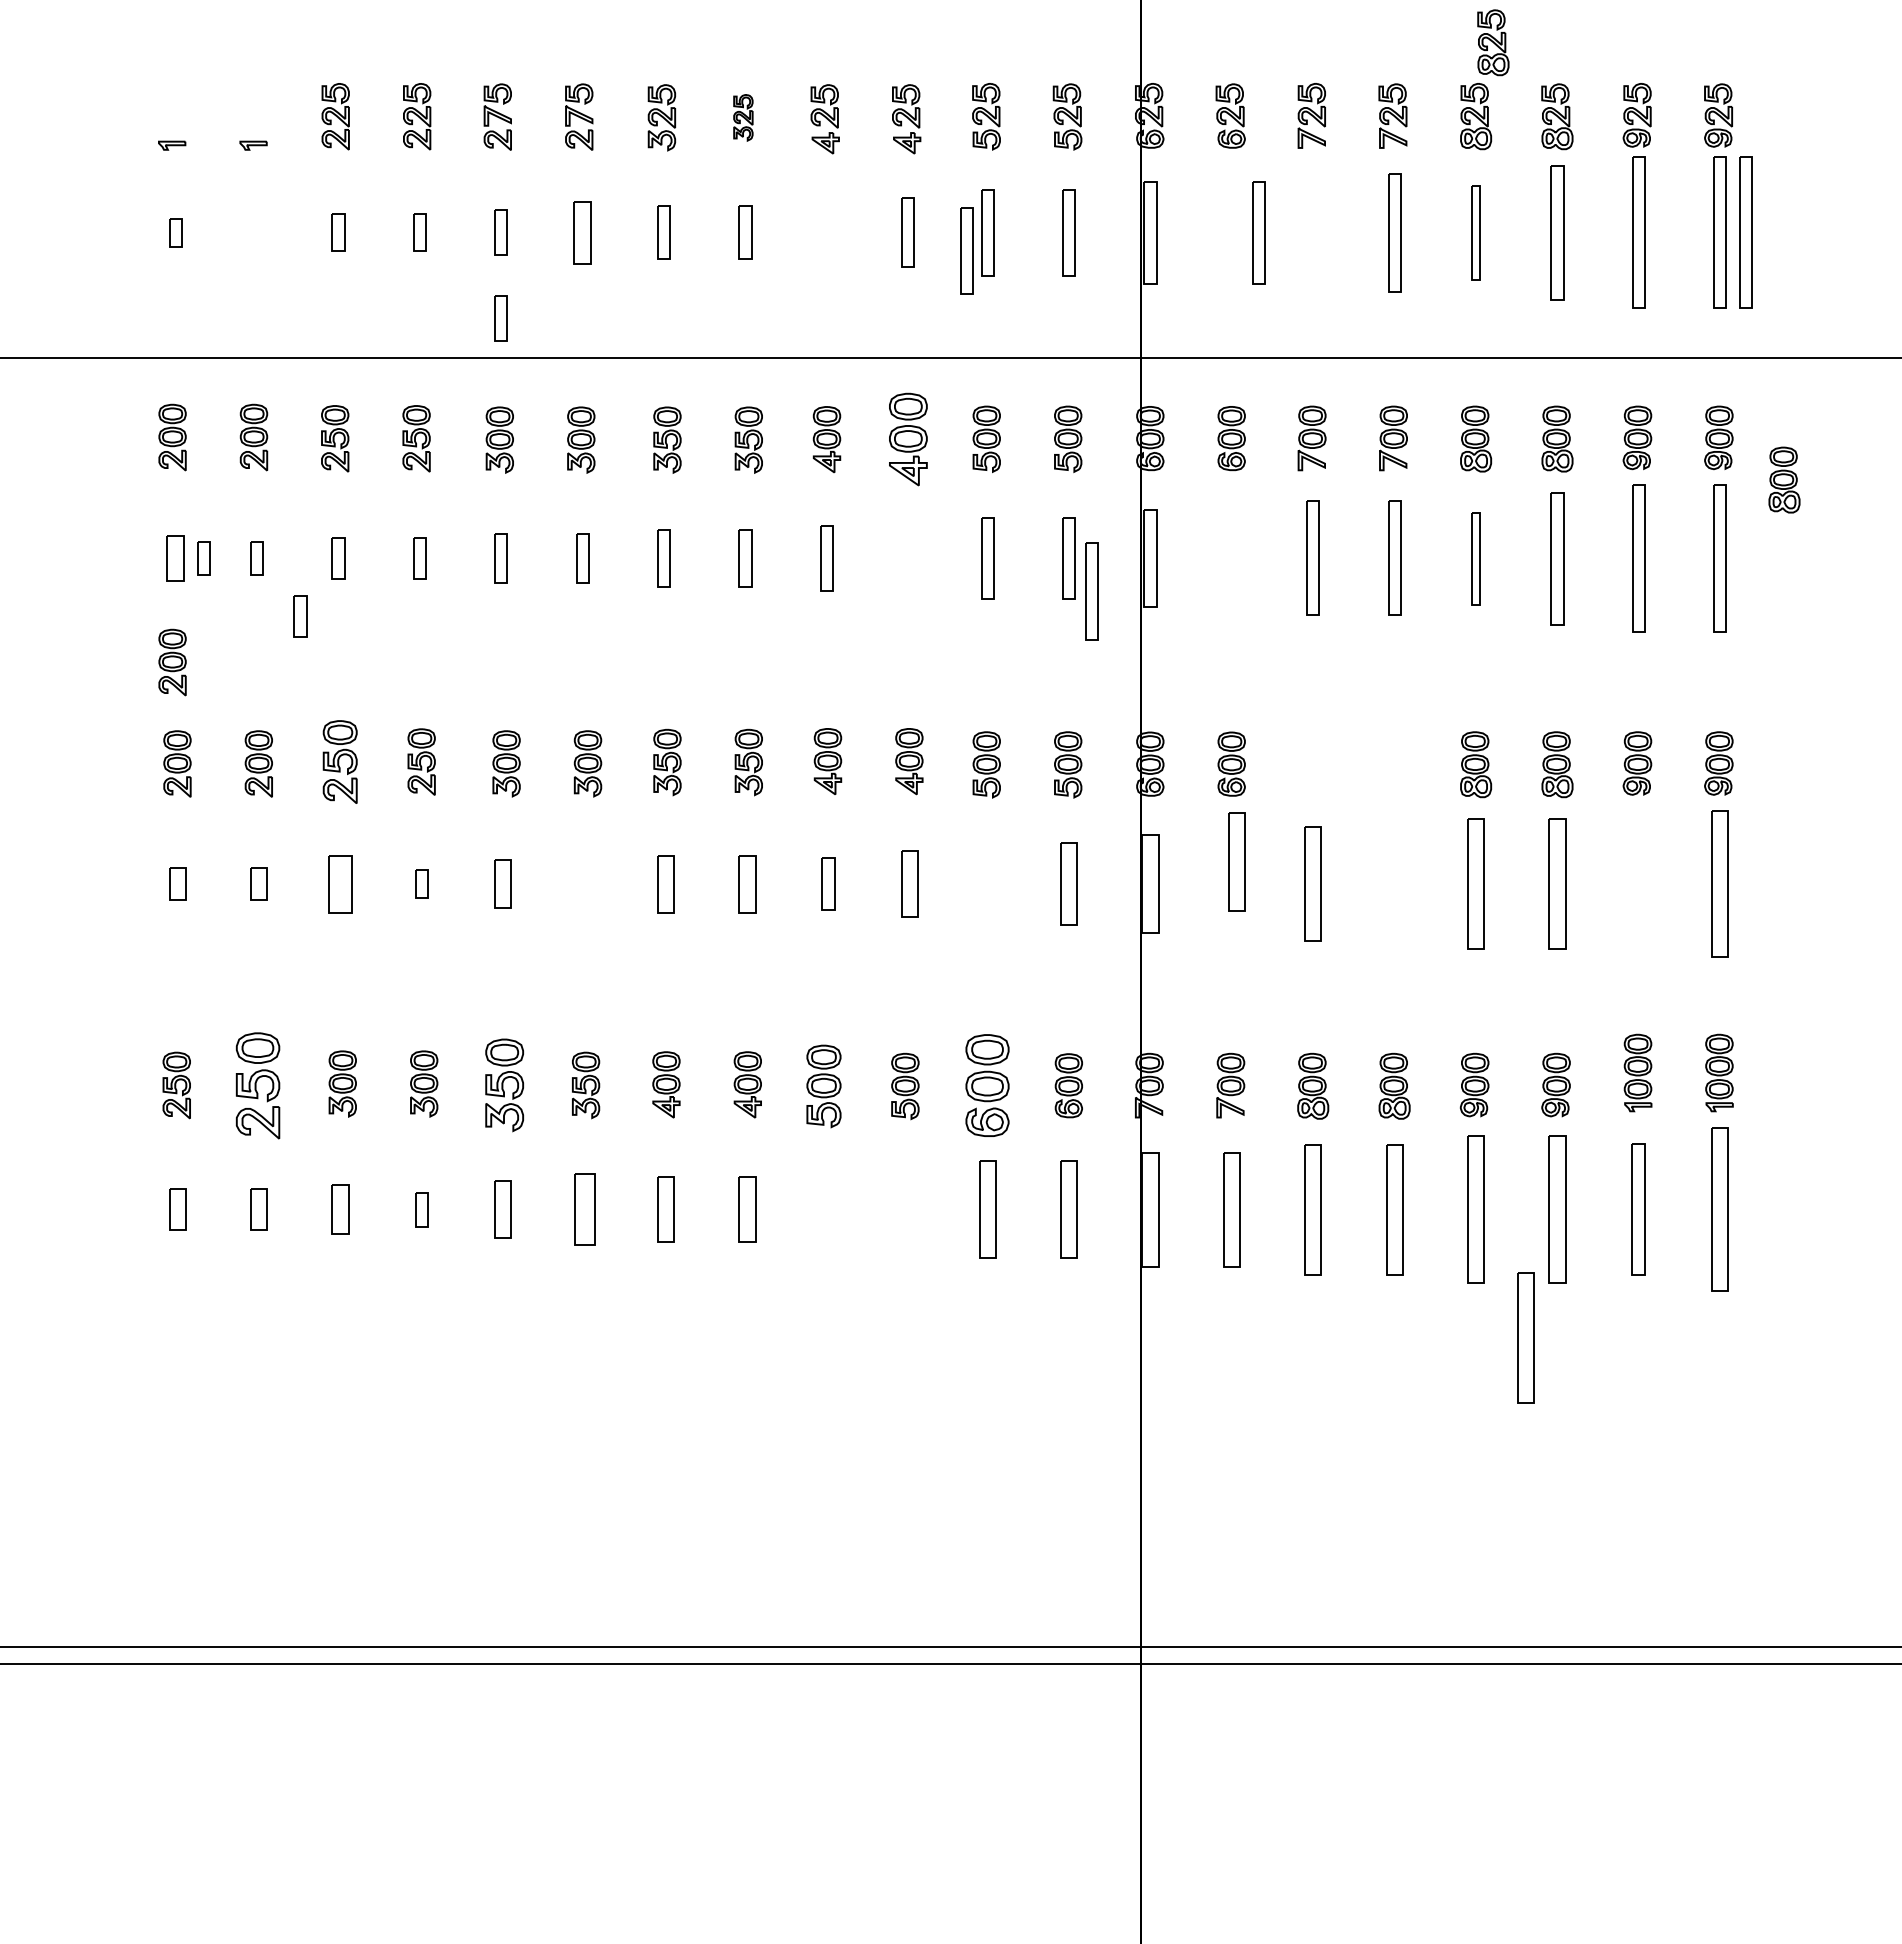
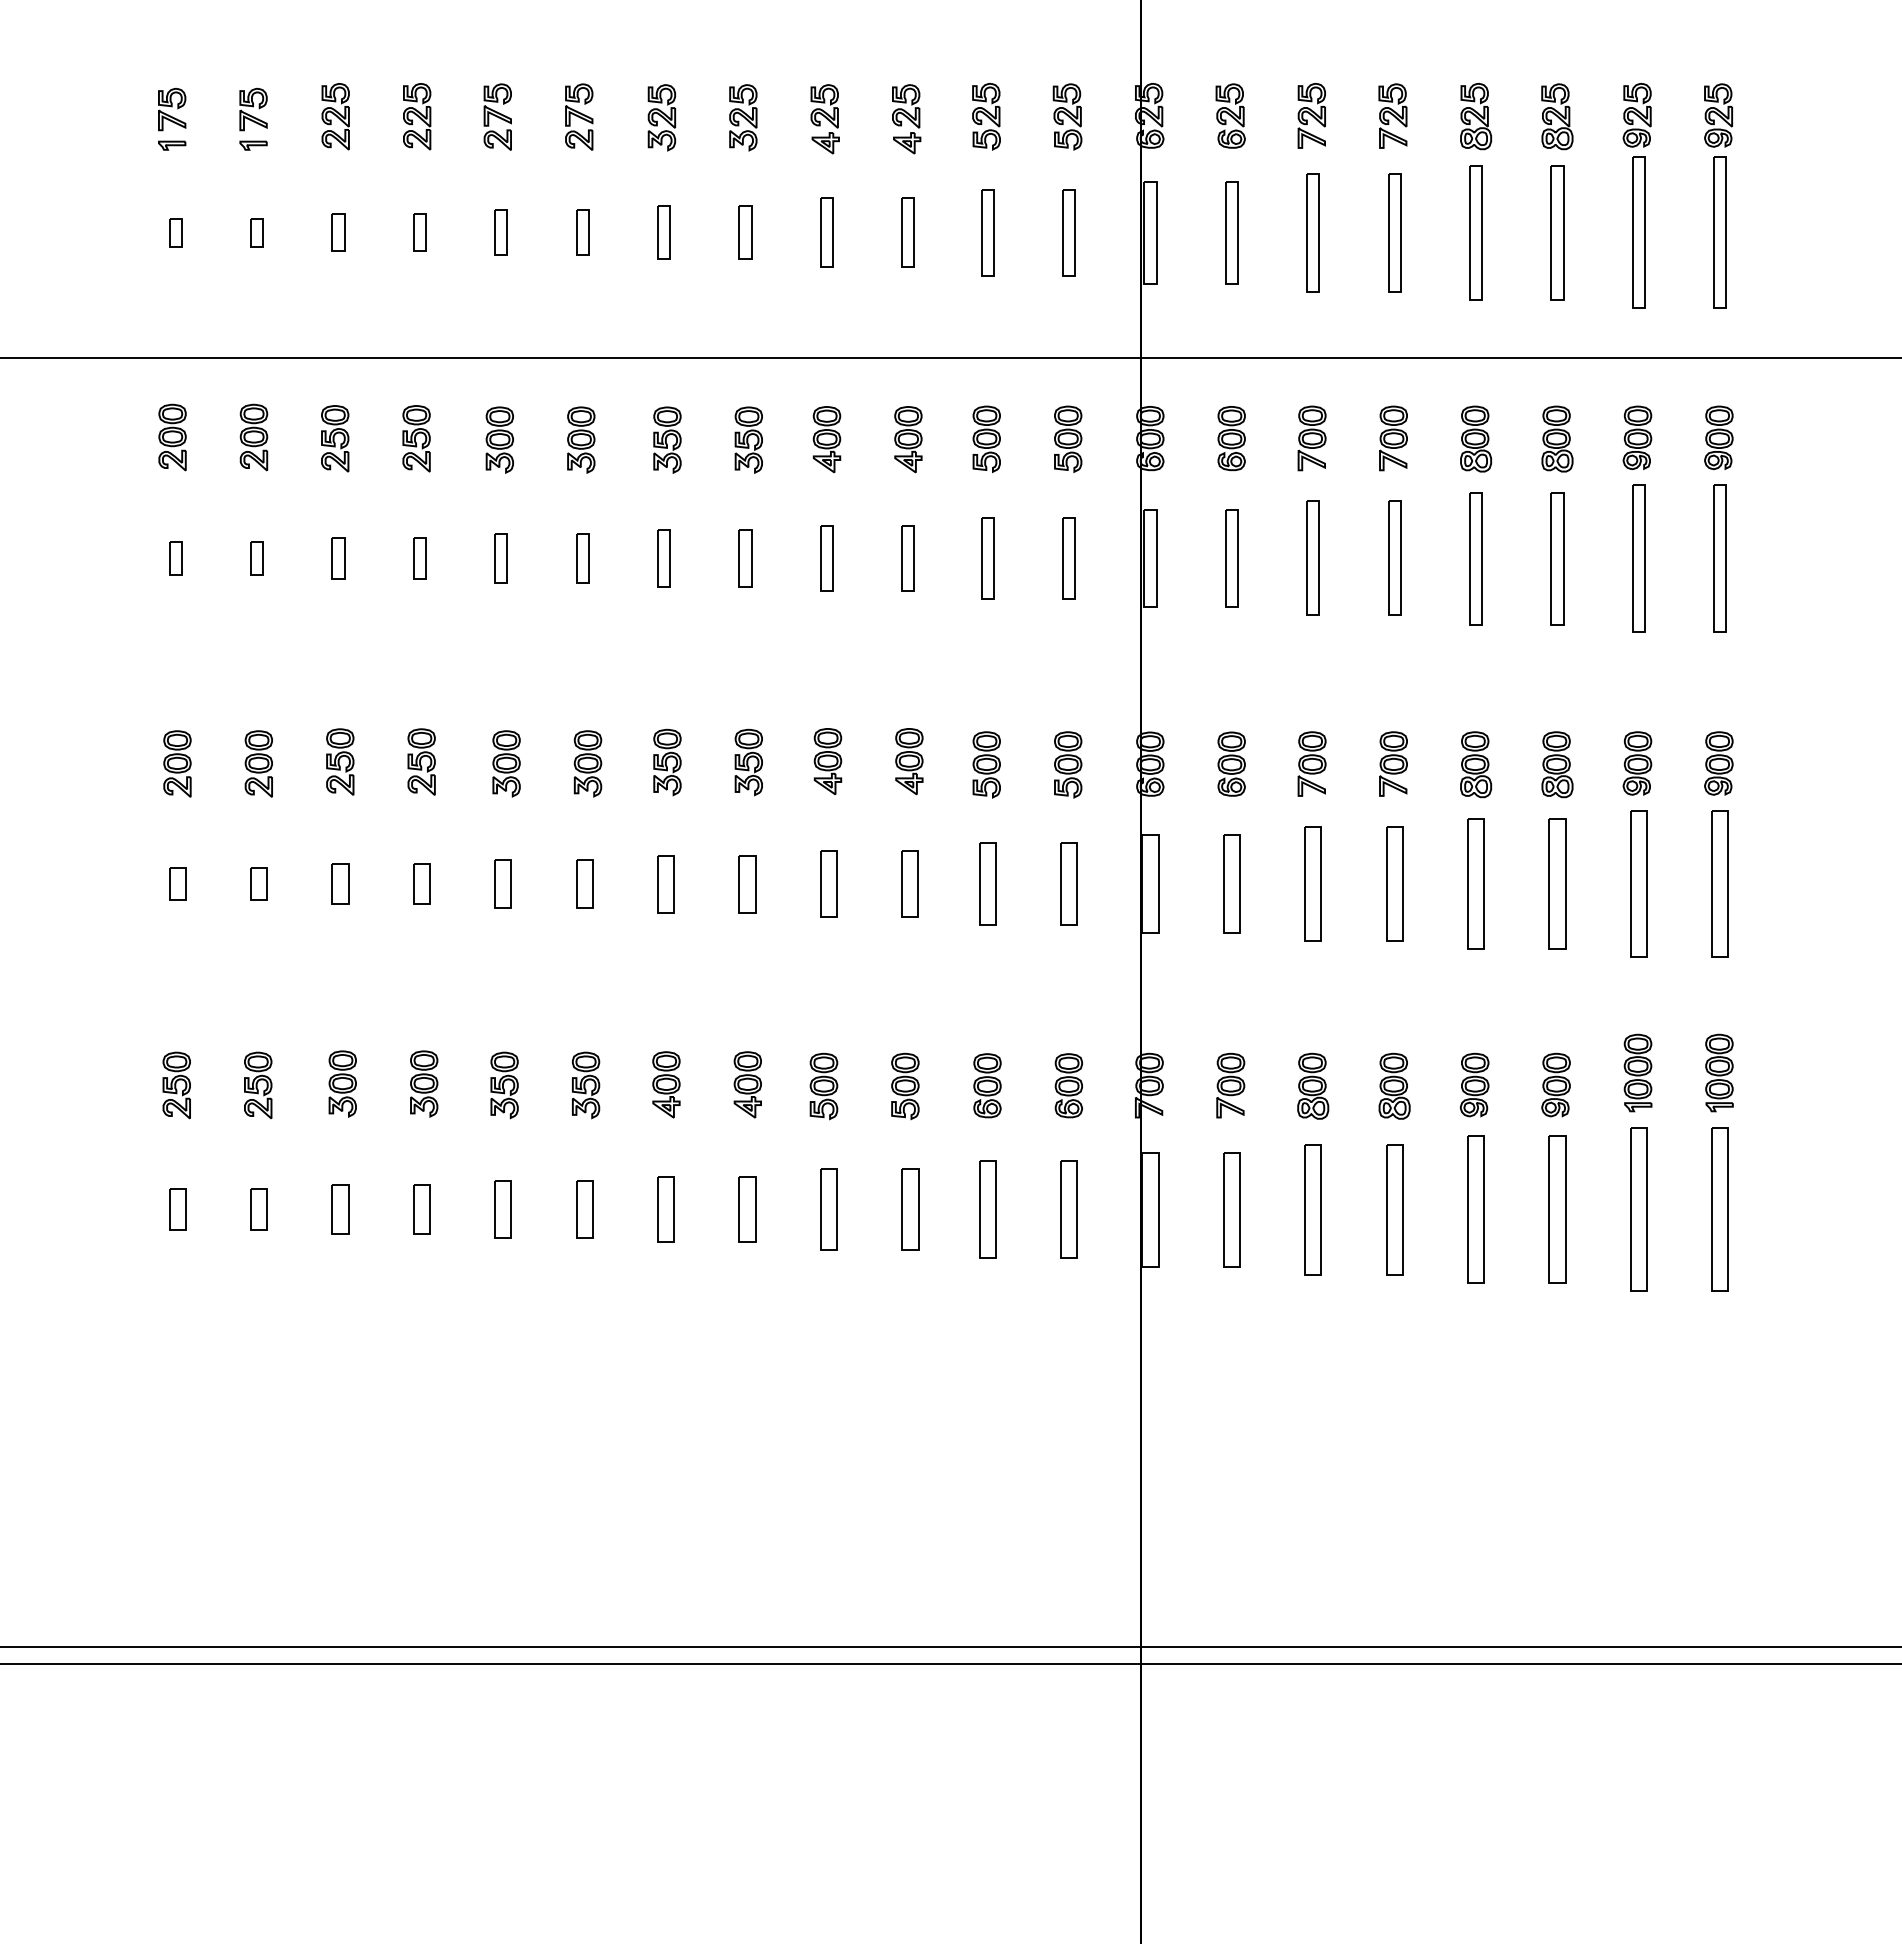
part at (1493, 42): present -> none
part at (172, 109): none -> present
part at (253, 109): none -> present
part at (743, 117) size: 21x48 px -> 29x68 px
part at (256, 232): none -> present
part at (582, 232) size: 19x64 px -> 14x47 px
part at (826, 232): none -> present
part at (1258, 232) position: (1258, 232) -> (1231, 232)
part at (1312, 232): none -> present
part at (1475, 232) size: 10x96 px -> 14x136 px
part at (1745, 232): present -> none
part at (966, 250): present -> none
part at (500, 318): present -> none
part at (908, 439) size: 39x95 px -> 29x68 px
part at (1784, 479): present -> none
part at (175, 558) size: 19x47 px -> 14x35 px
part at (203, 558): present -> none
part at (907, 558): none -> present
part at (1475, 558) size: 10x94 px -> 14x134 px
part at (1091, 591) position: (1091, 591) -> (1231, 558)
part at (300, 616): present -> none
part at (172, 662): present -> none
part at (339, 761) size: 36x84 px -> 29x68 px
part at (1311, 763): none -> present
part at (1393, 763): none -> present
part at (1236, 861) position: (1236, 861) -> (1231, 883)
part at (421, 883) size: 14x30 px -> 18x42 px
part at (584, 883): none -> present
part at (828, 883) size: 15x54 px -> 18x68 px
part at (987, 883): none -> present
part at (1394, 883): none -> present
part at (1638, 883): none -> present
part at (340, 884) size: 25x59 px -> 19x42 px
part at (257, 1085) size: 46x108 px -> 29x68 px
part at (504, 1085) size: 39x95 px -> 29x69 px
part at (987, 1085) size: 45x103 px -> 29x66 px
part at (823, 1086) size: 36x85 px -> 30x69 px
part at (421, 1209) size: 14x36 px -> 18x51 px
part at (584, 1209) size: 22x73 px -> 18x59 px
part at (828, 1209): none -> present
part at (910, 1209): none -> present
part at (1638, 1209) size: 15x133 px -> 18x165 px
part at (1525, 1337): present -> none
